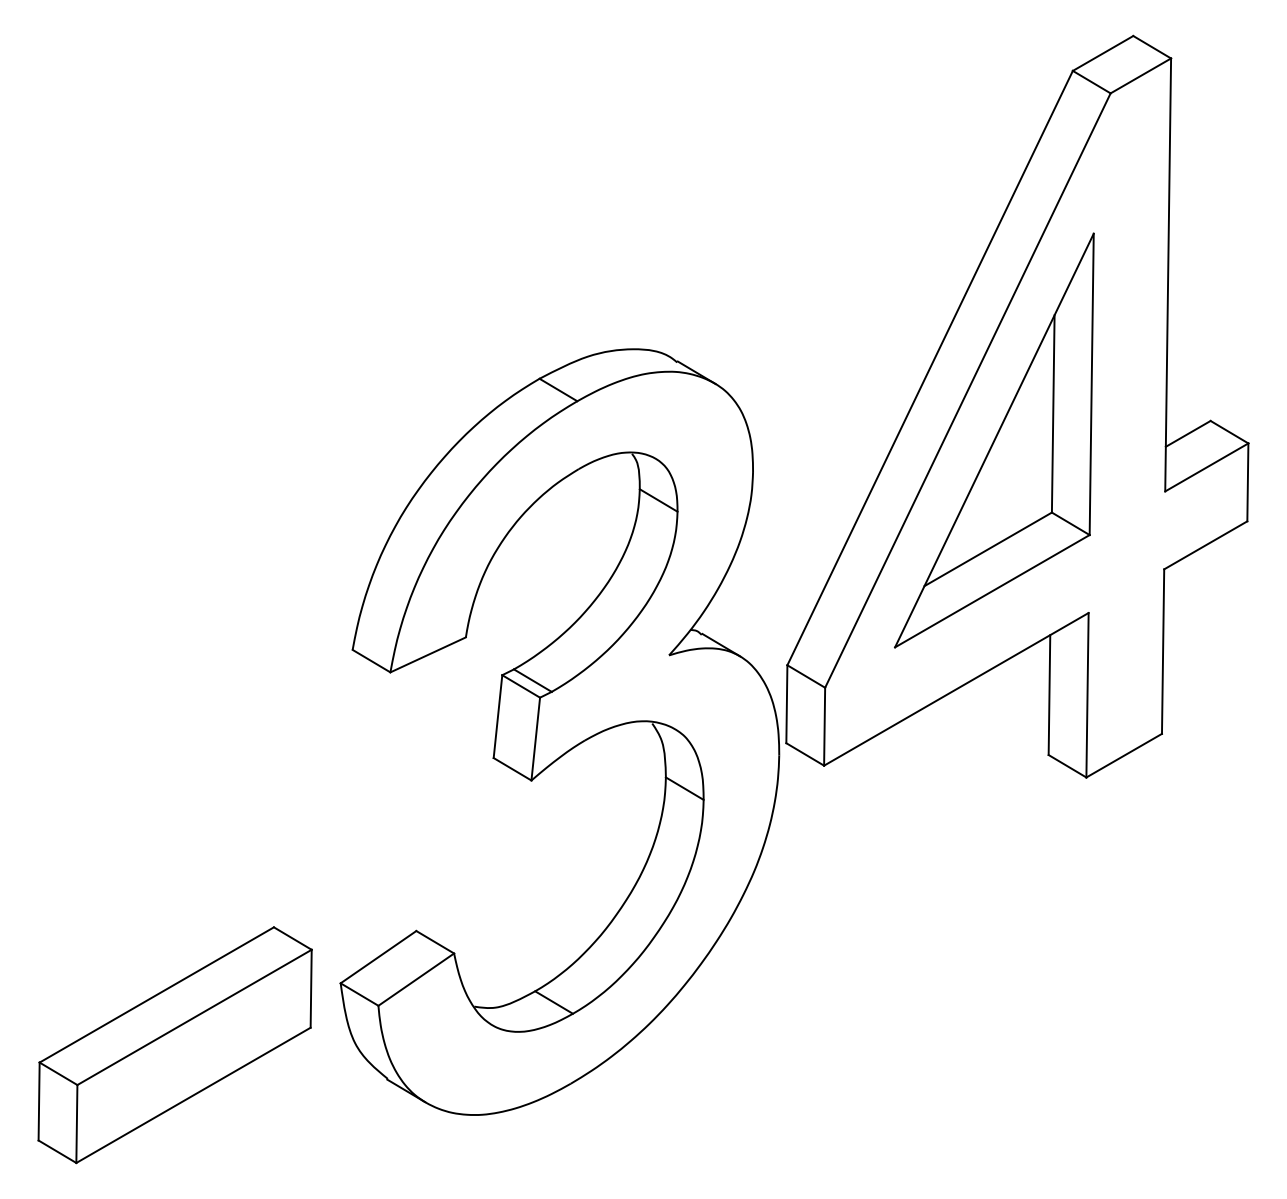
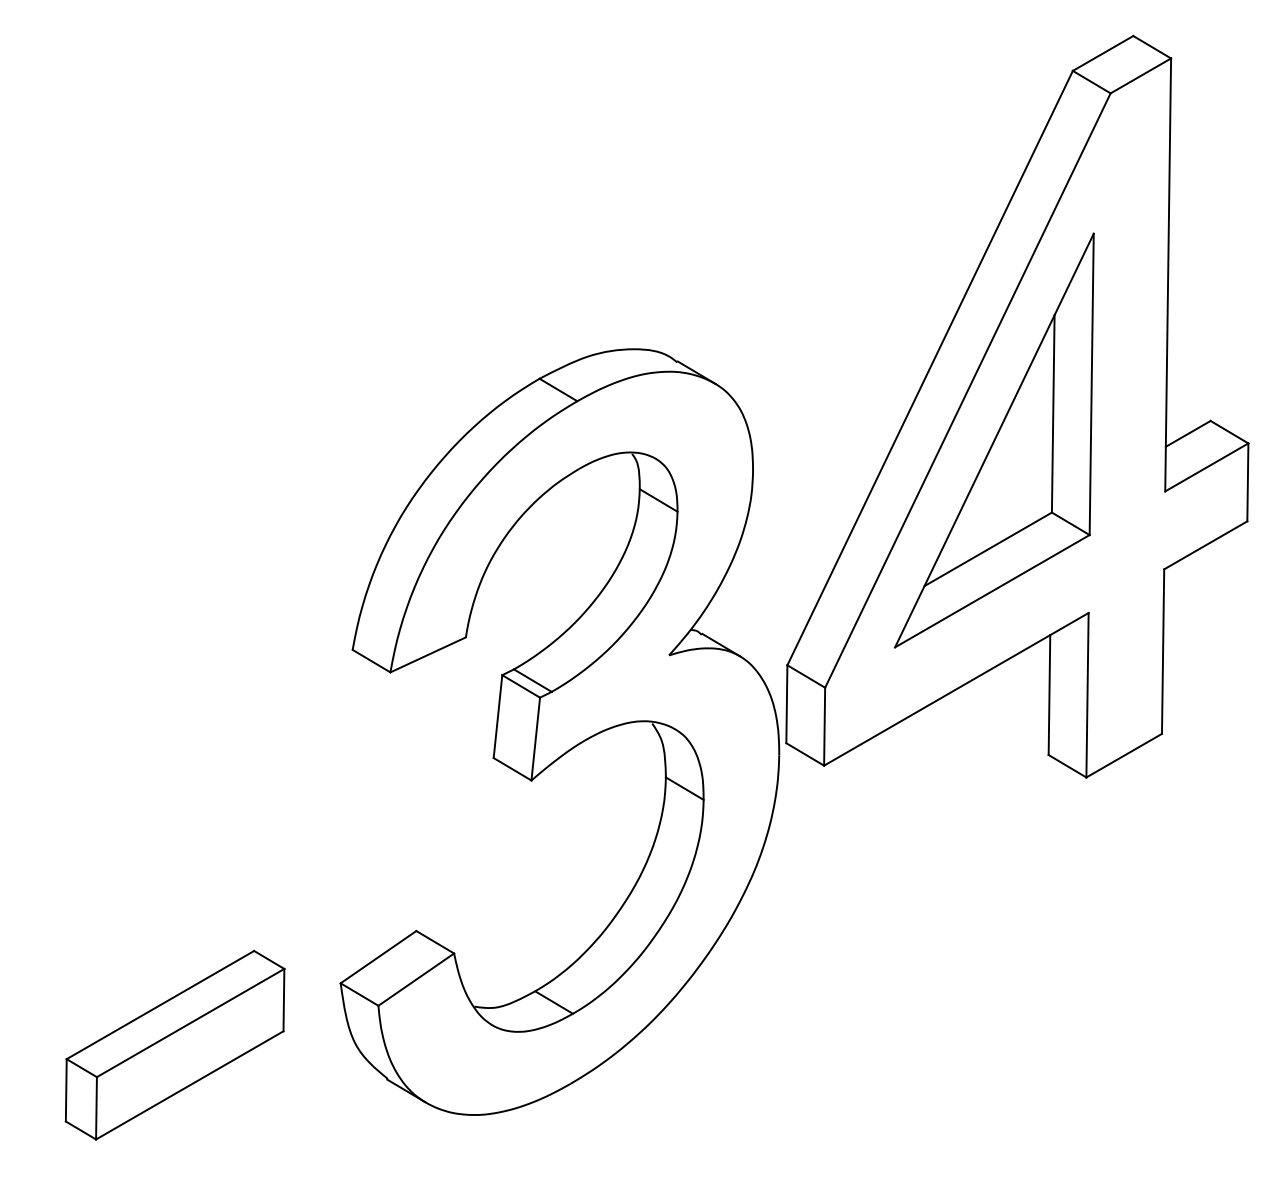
part at (174, 1045) size: 276x239 px -> 222x192 px
